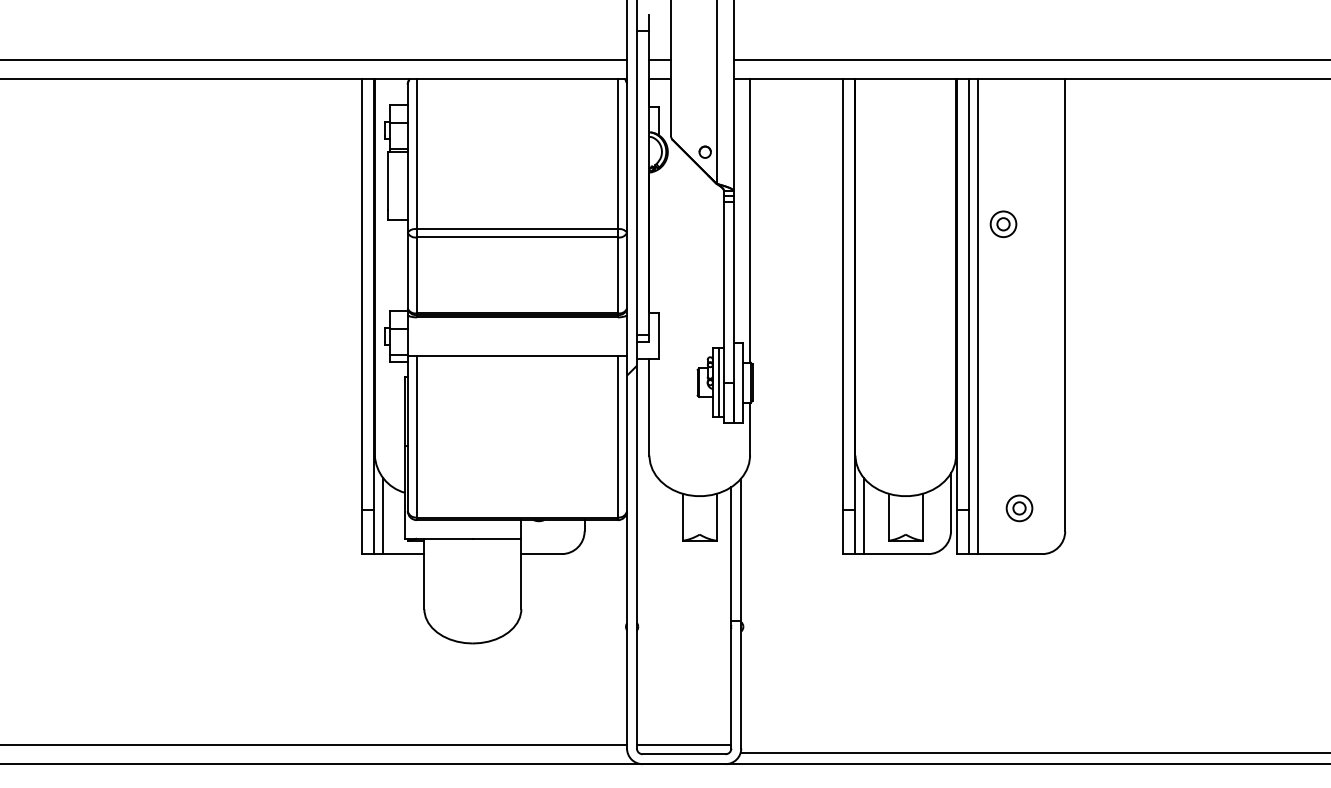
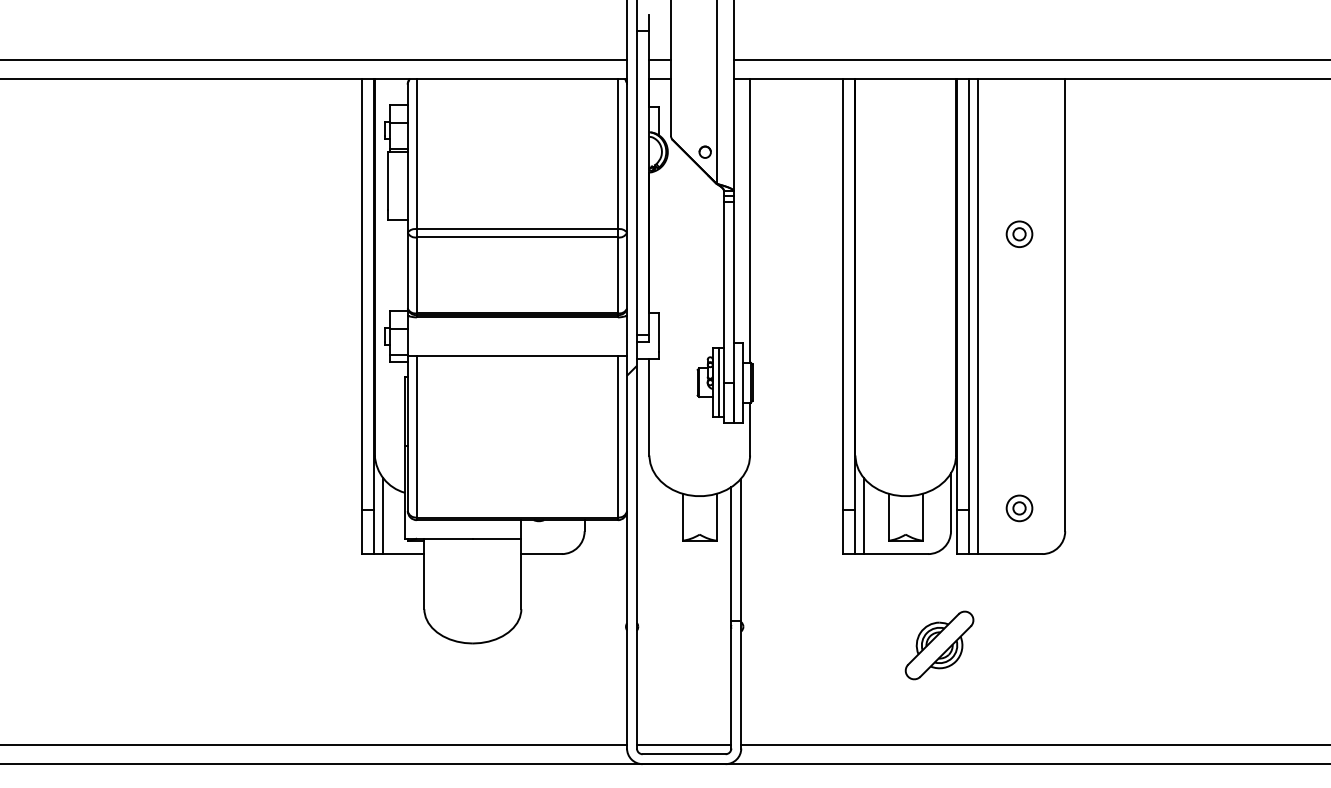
part at (1003, 223) position: (1003, 223) -> (1019, 233)
part at (939, 645): none -> present
line at (1034, 753) position: (1034, 753) -> (1034, 745)
